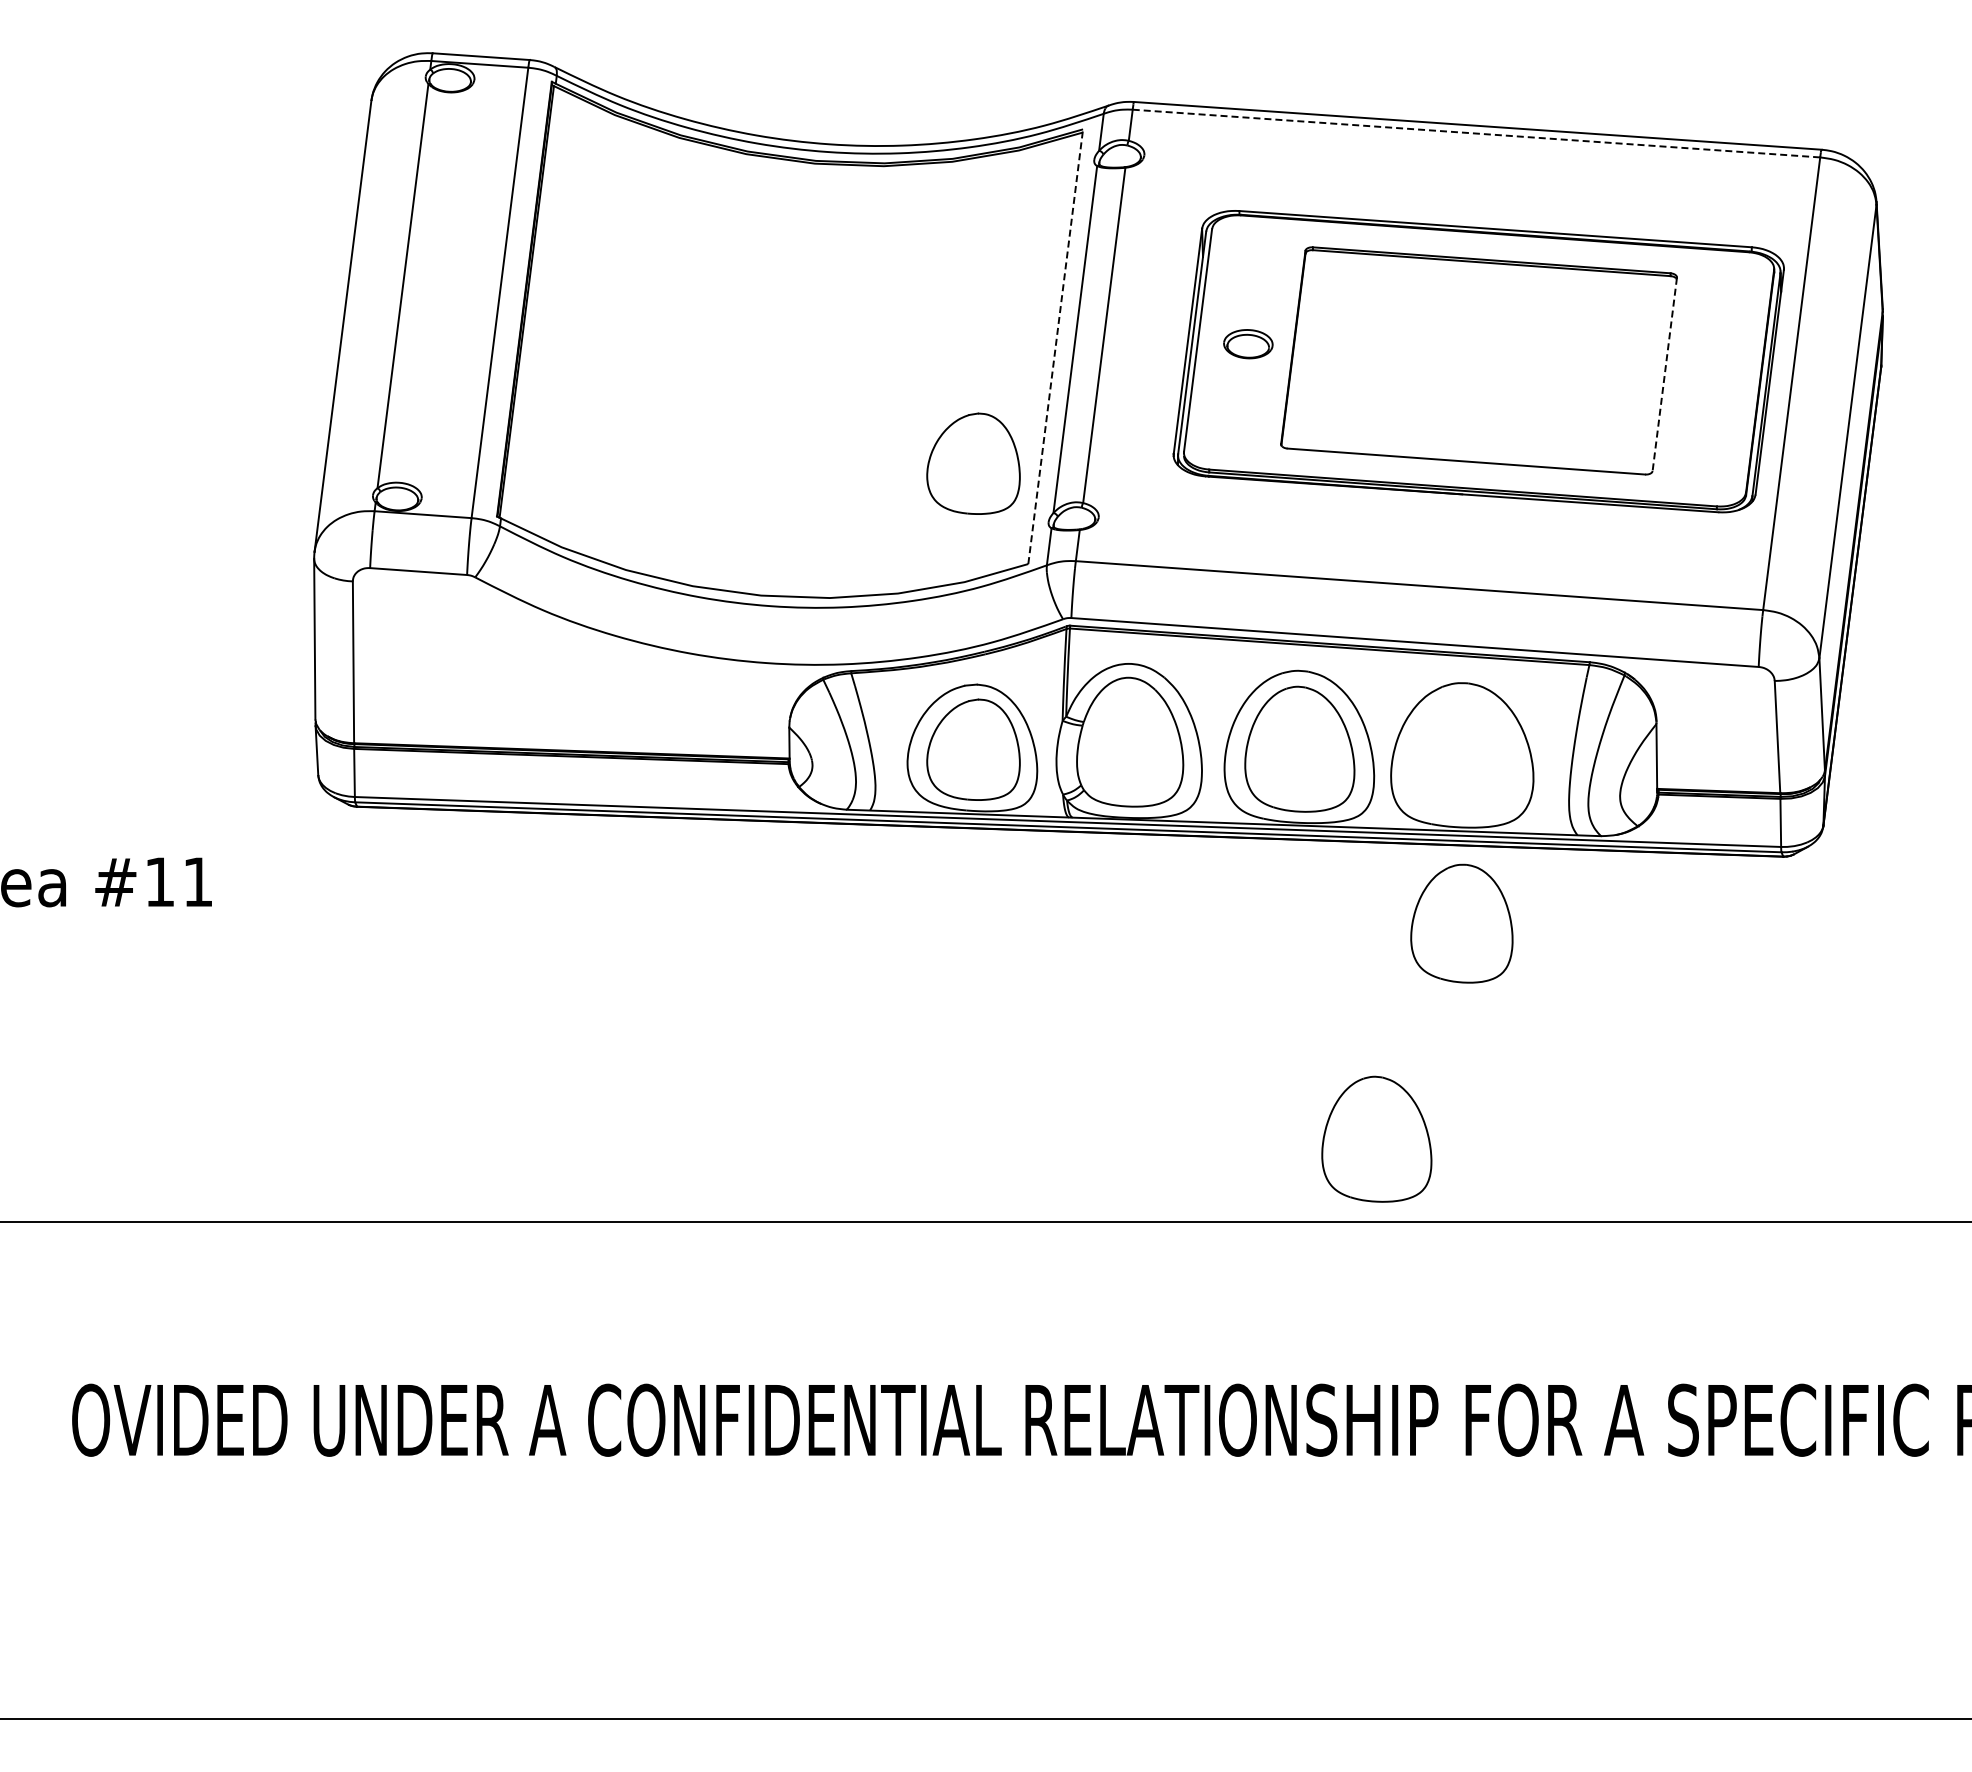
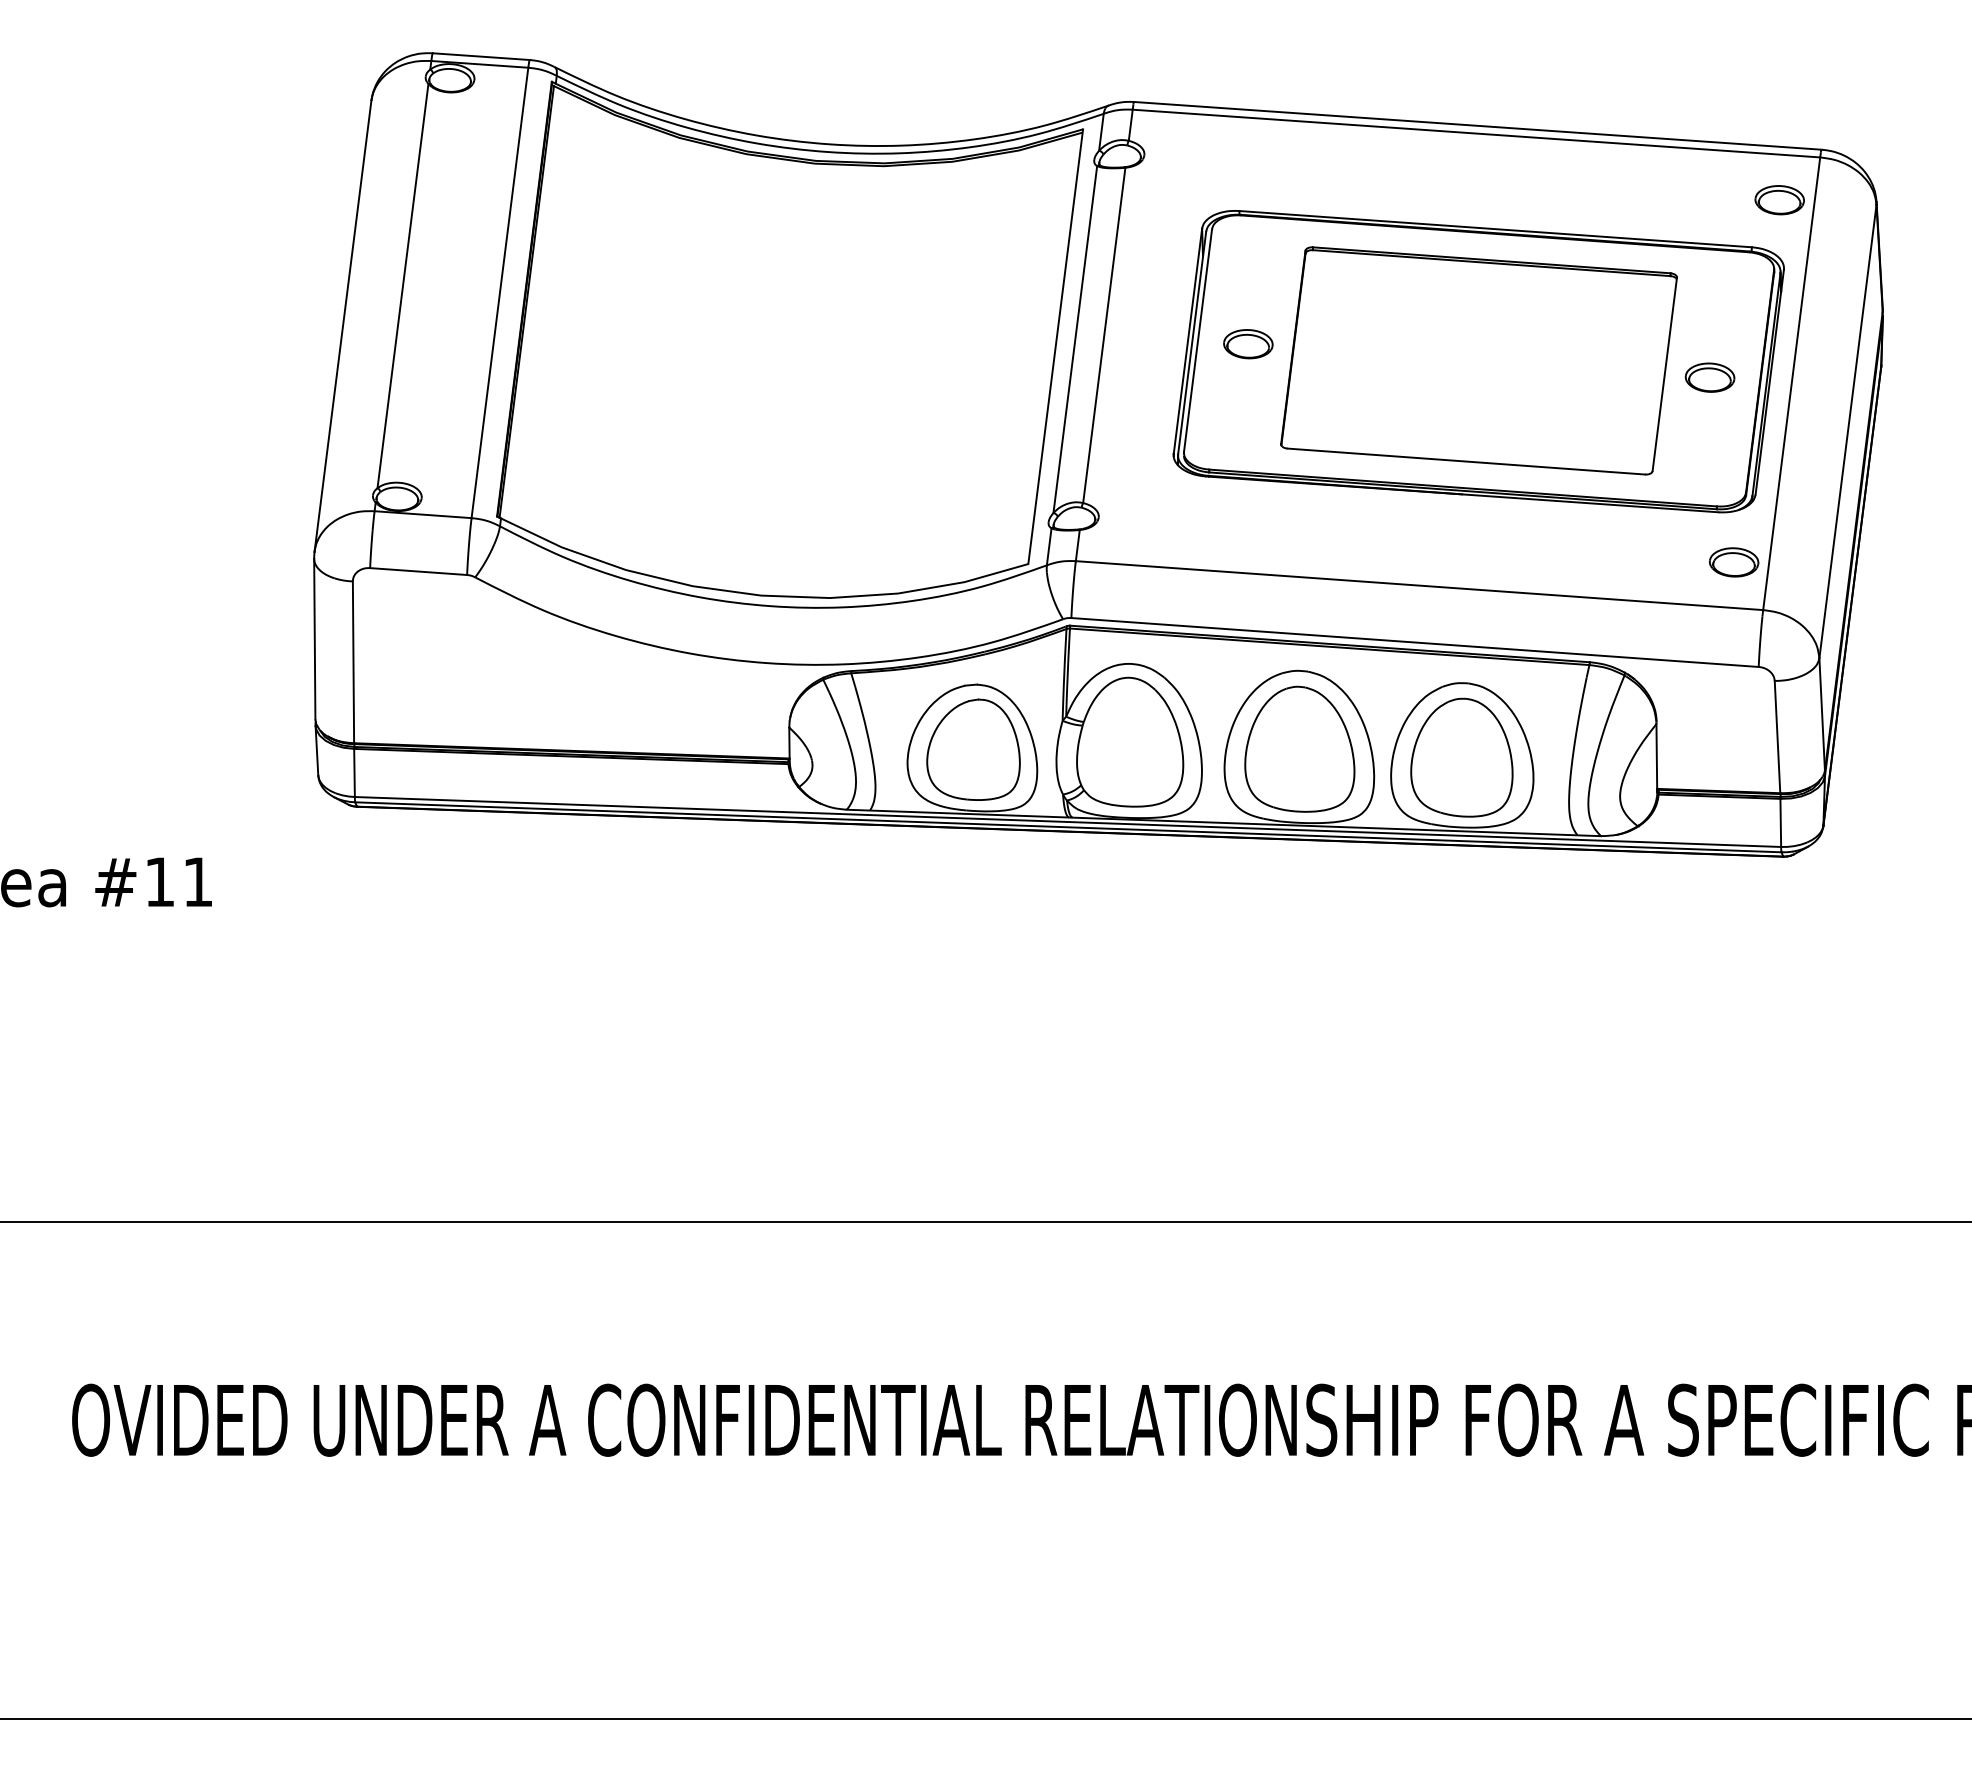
line at (1476, 133): dashed -> solid
part at (1779, 200): none -> present
line at (1055, 346): dashed -> solid
line at (1664, 374): dashed -> solid
part at (1709, 377): none -> present
part at (973, 463): present -> none
part at (1734, 562): none -> present
part at (1461, 923) position: (1461, 923) -> (1461, 757)
part at (1376, 1138): present -> none
